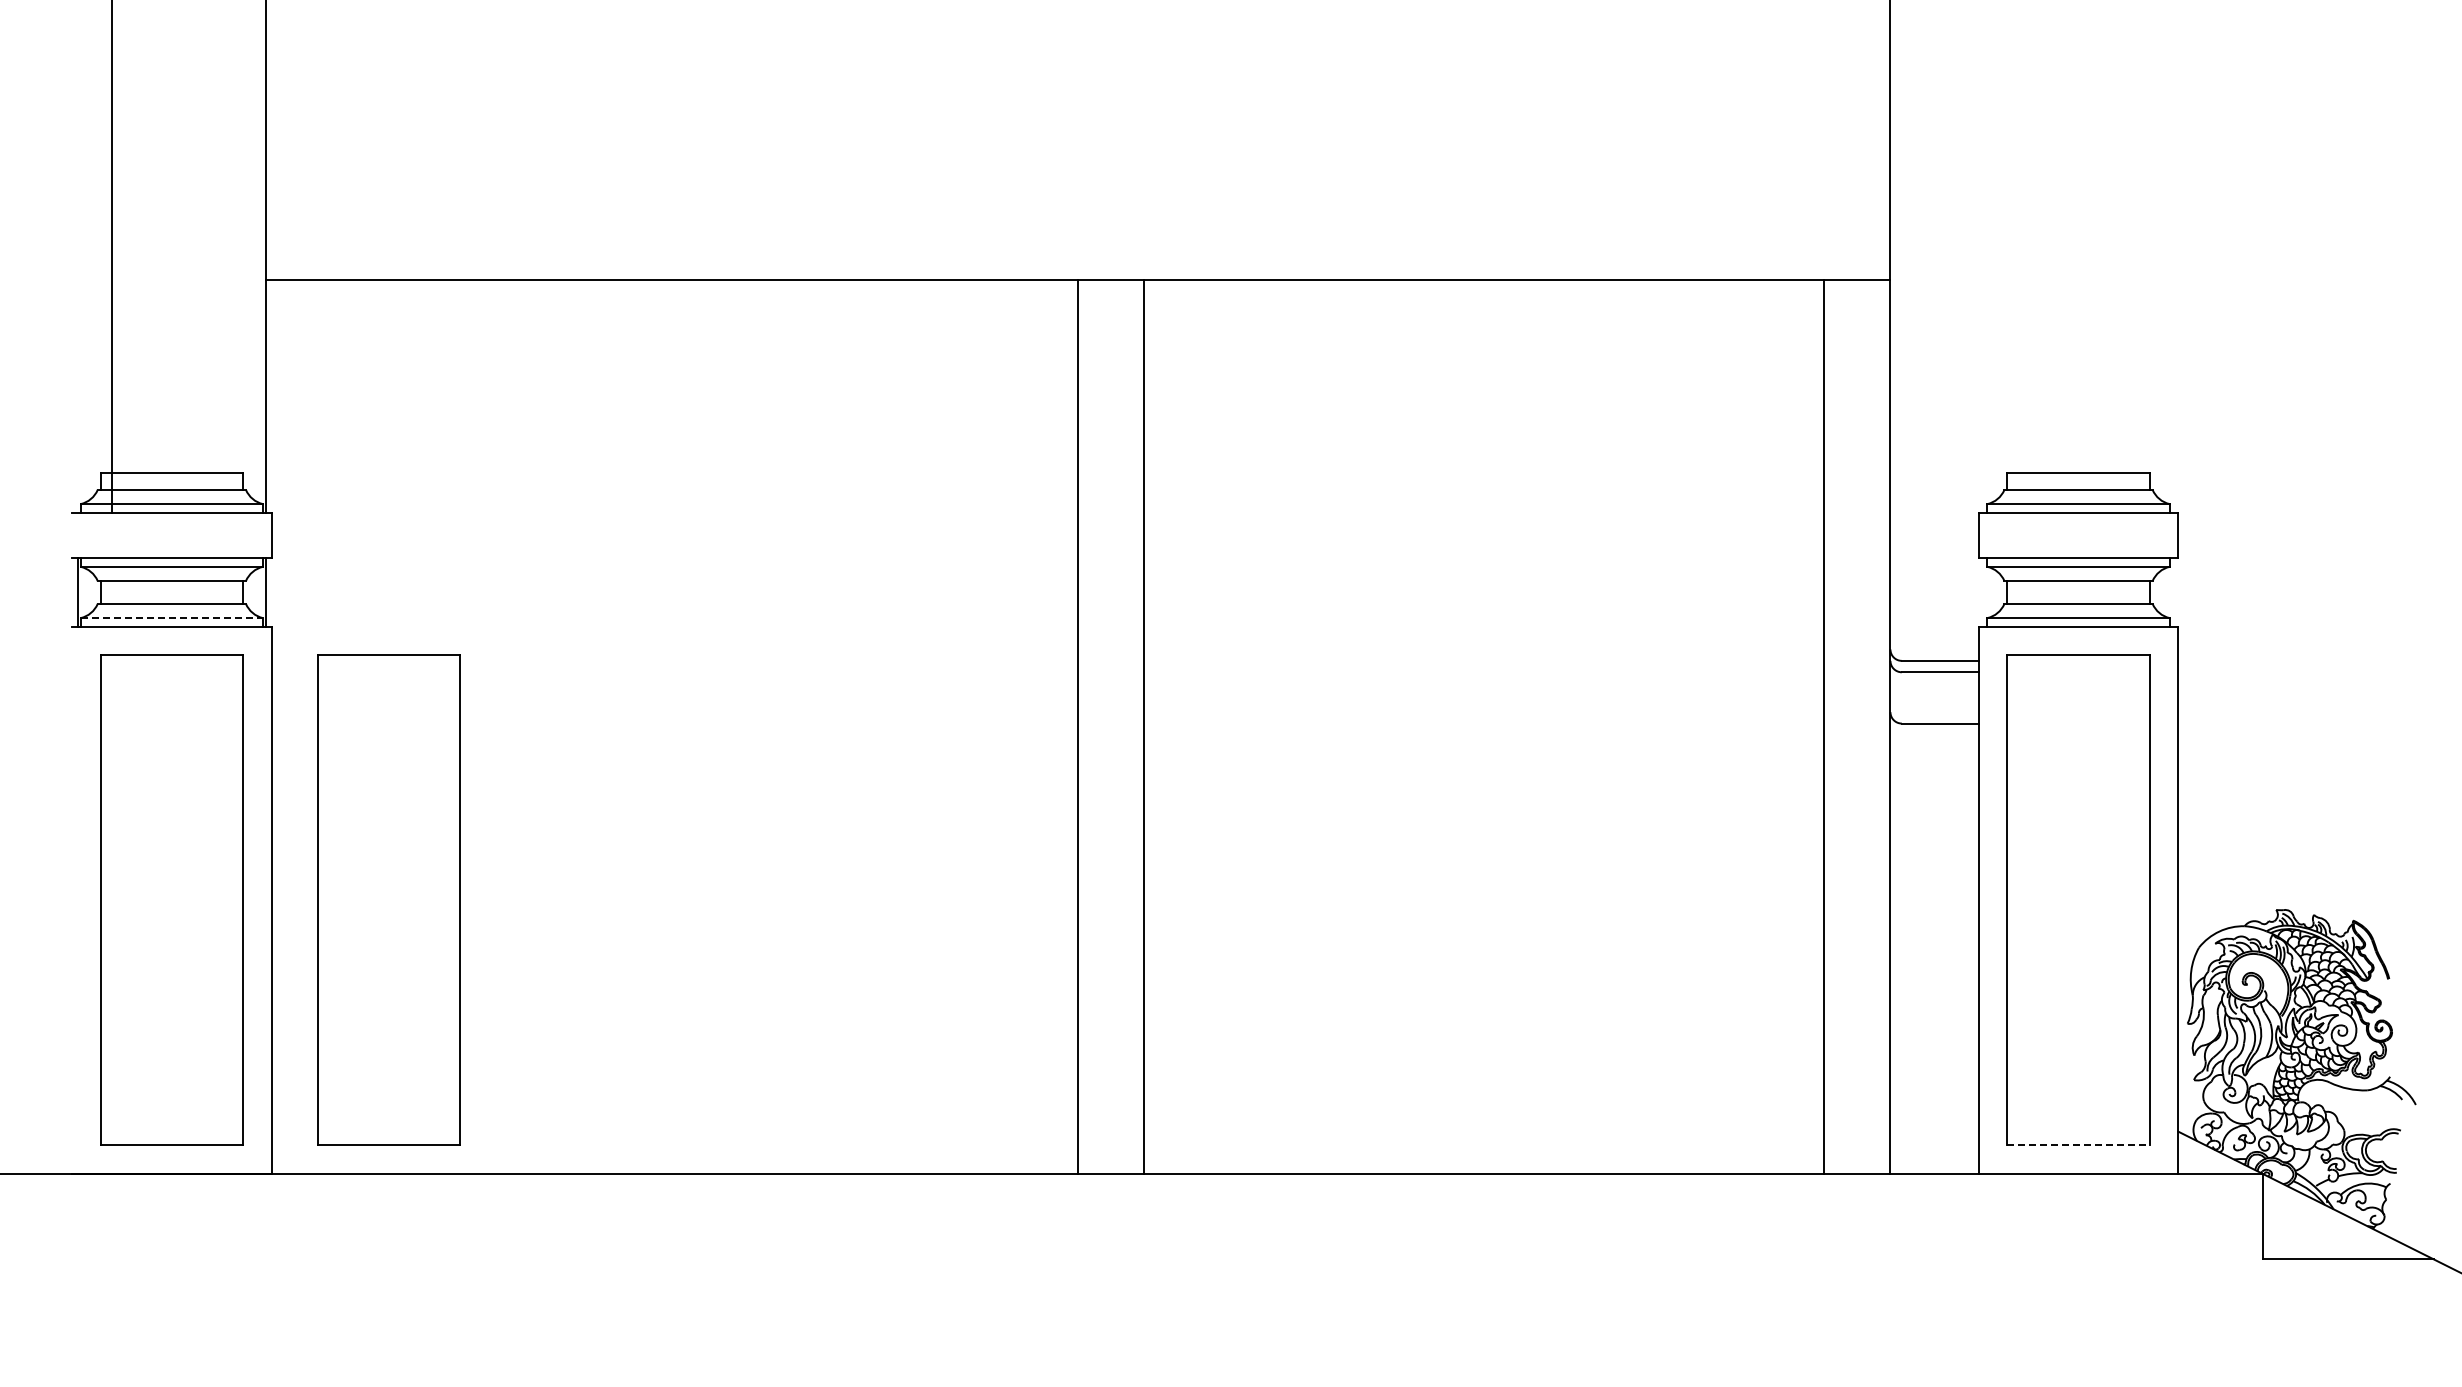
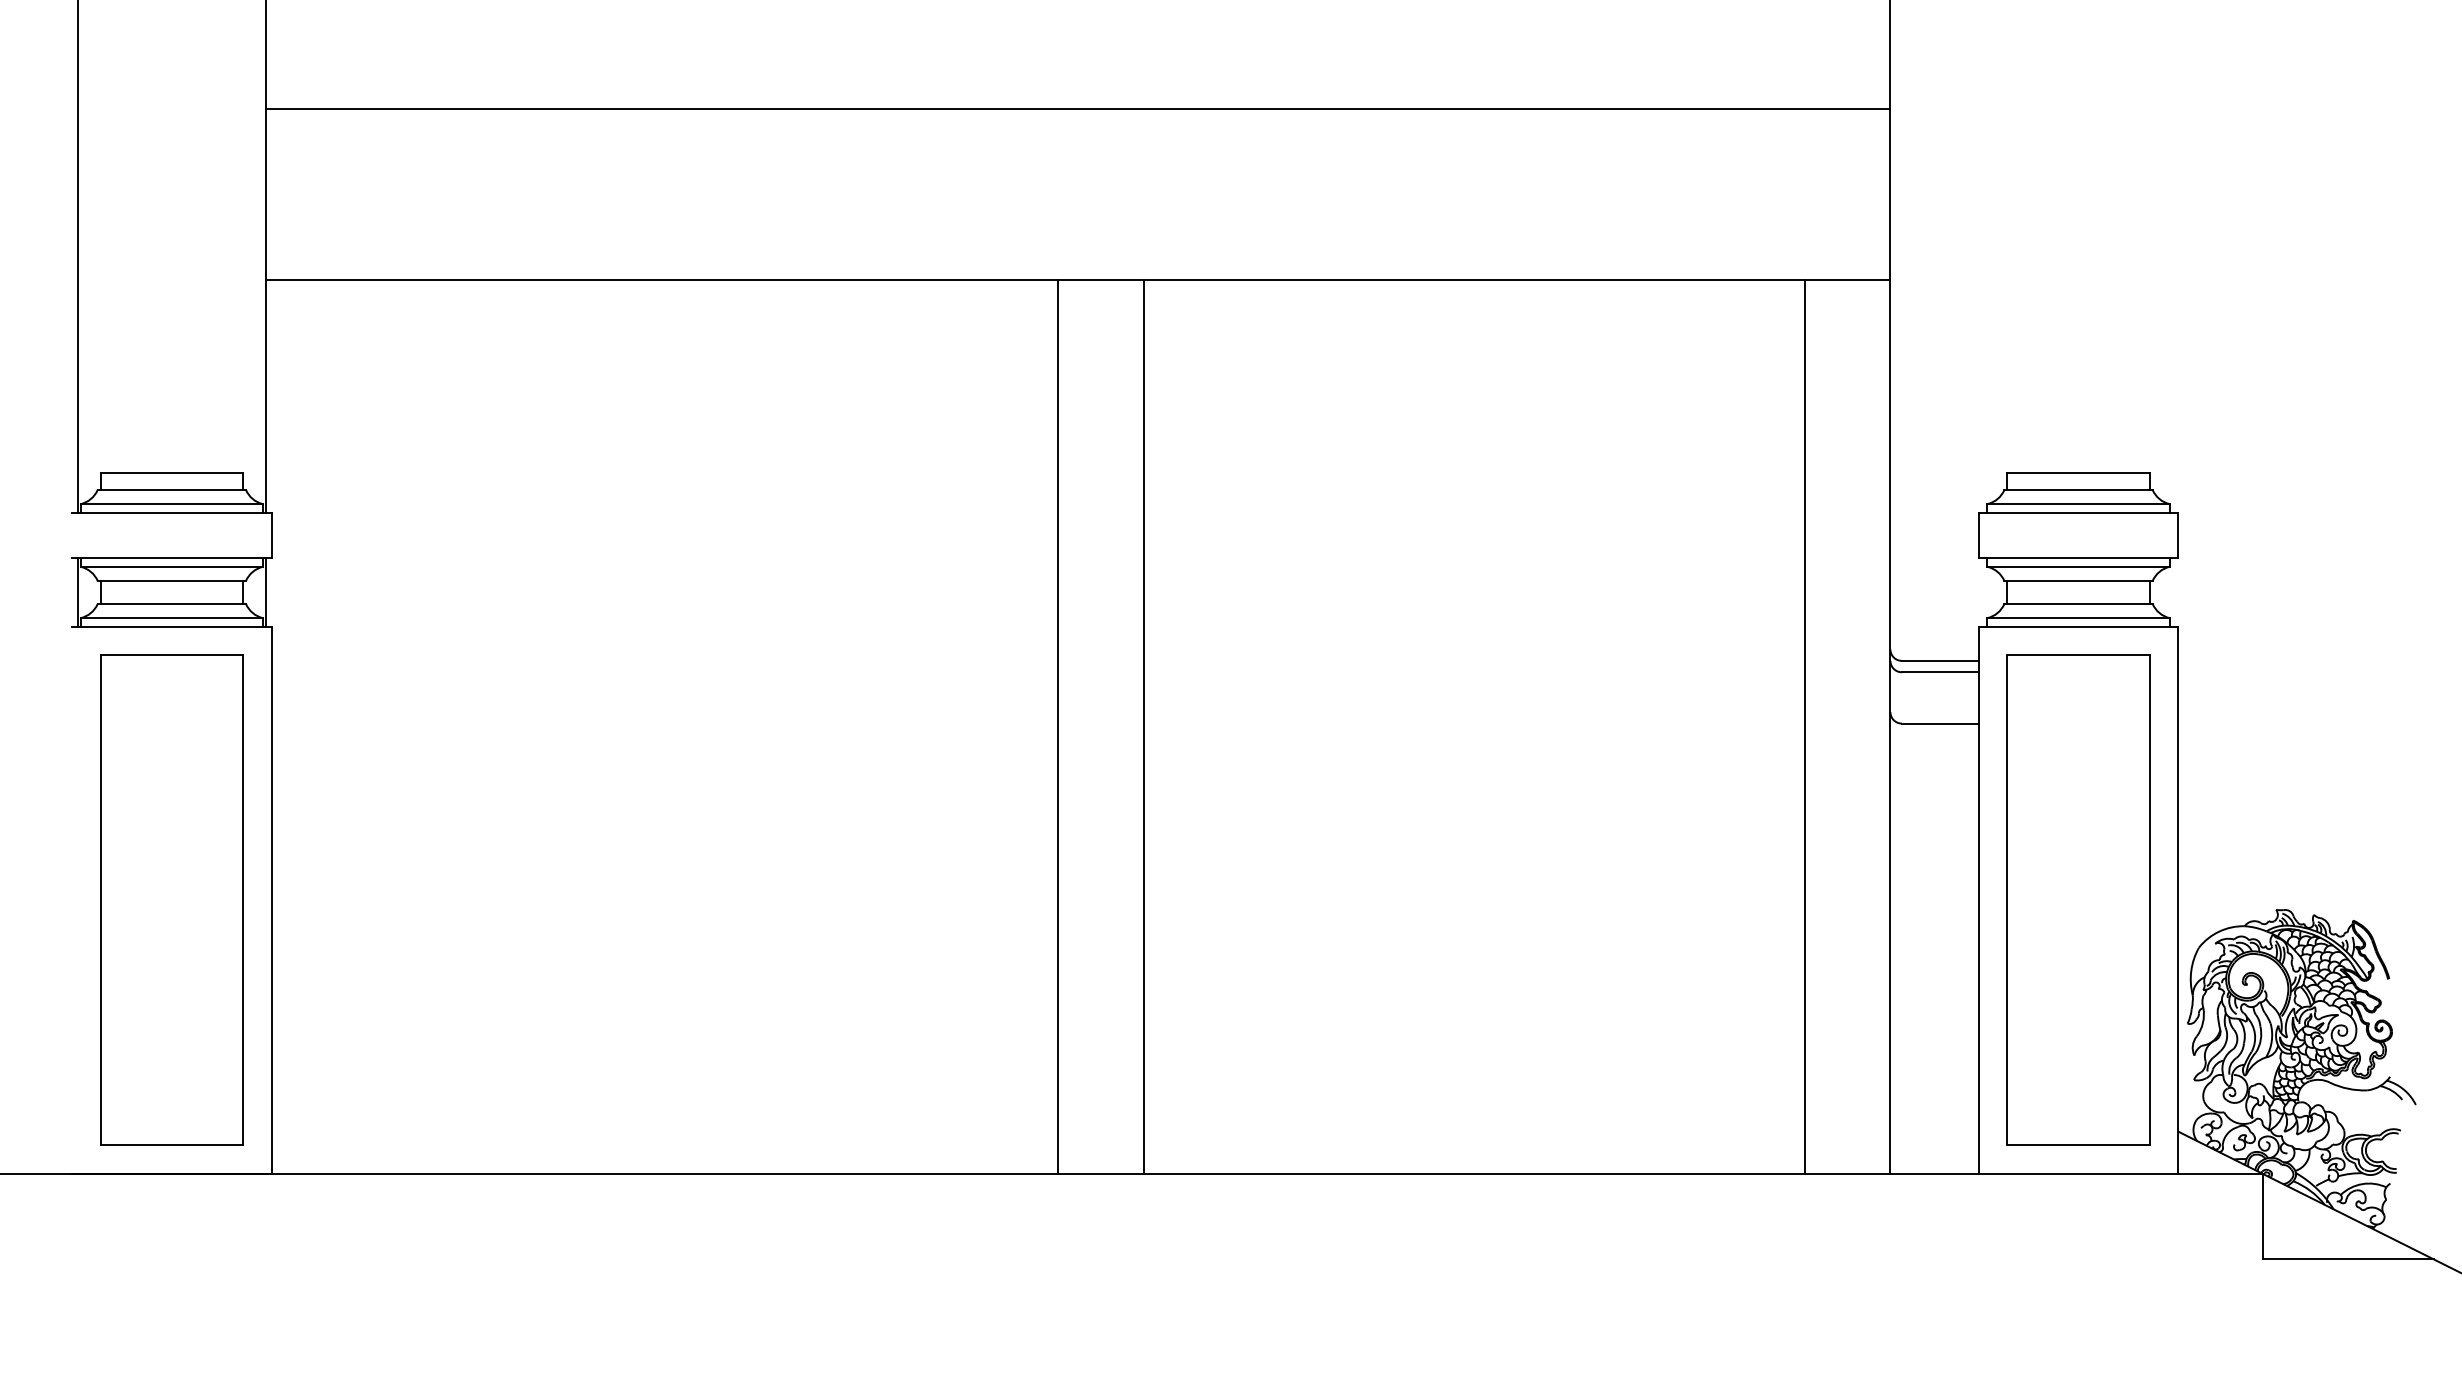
line at (1077, 108): none -> present
line at (111, 257) position: (111, 257) -> (77, 257)
line at (172, 618): dashed -> solid
line at (1078, 726) position: (1078, 726) -> (1058, 726)
line at (1823, 726) position: (1823, 726) -> (1804, 726)
part at (388, 899): present -> none
line at (2079, 1145): dashed -> solid
